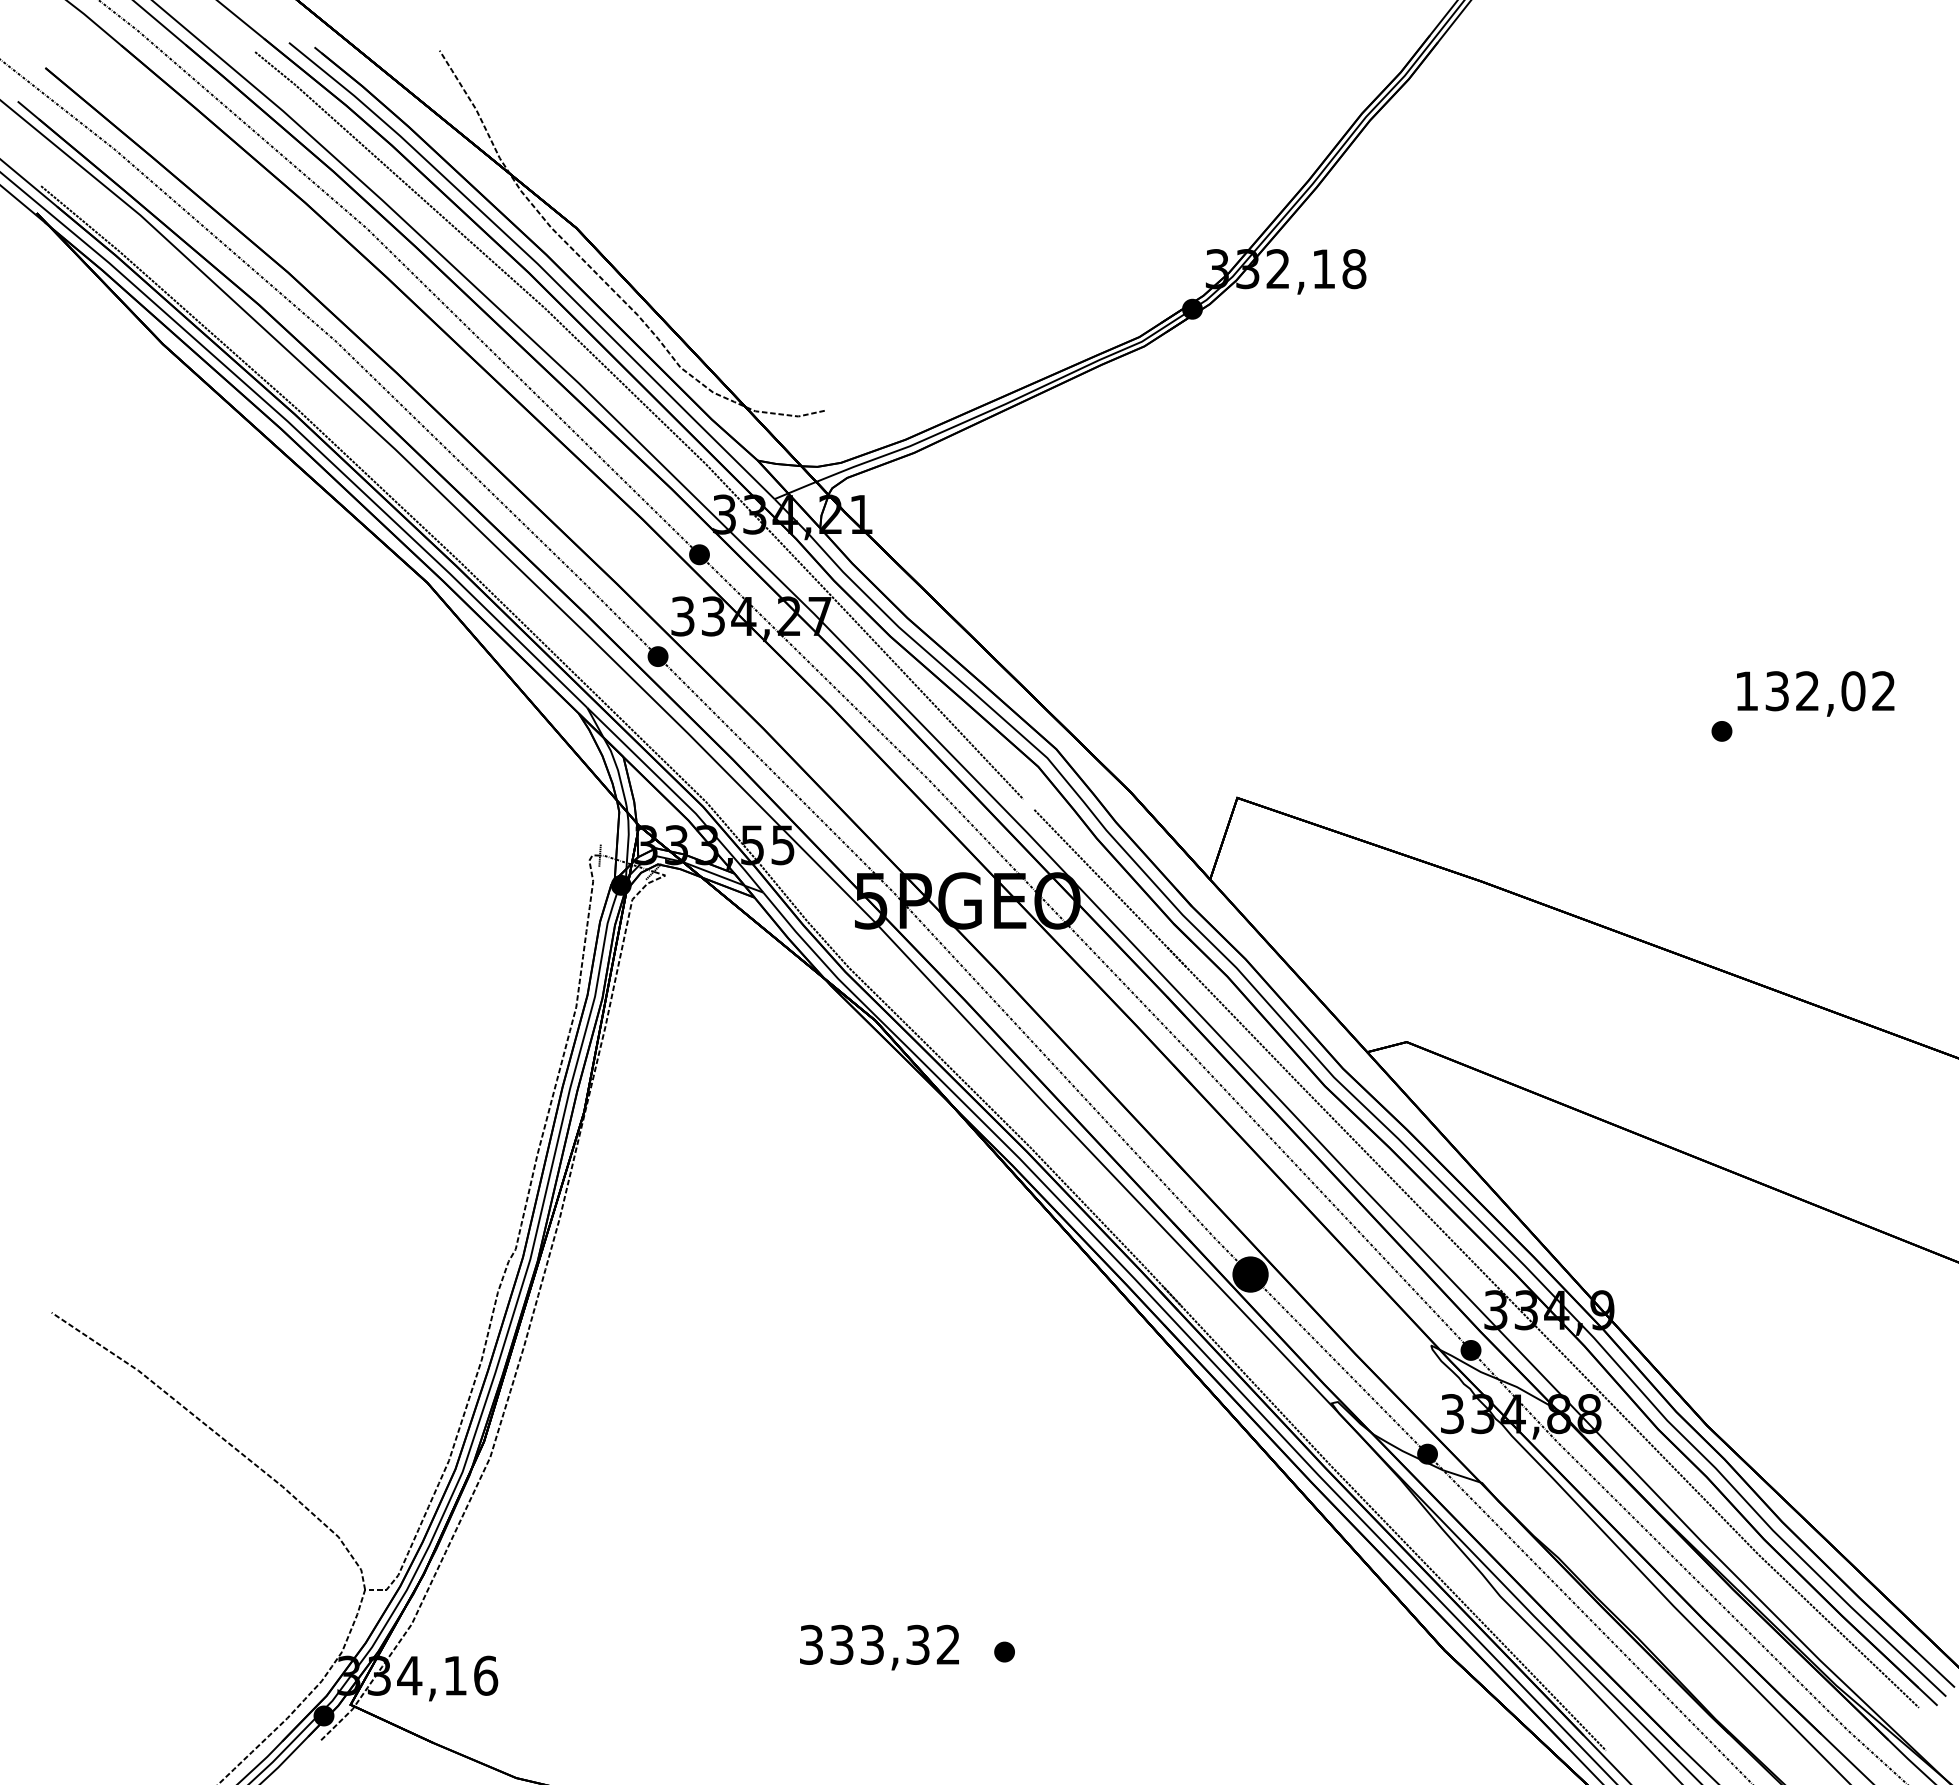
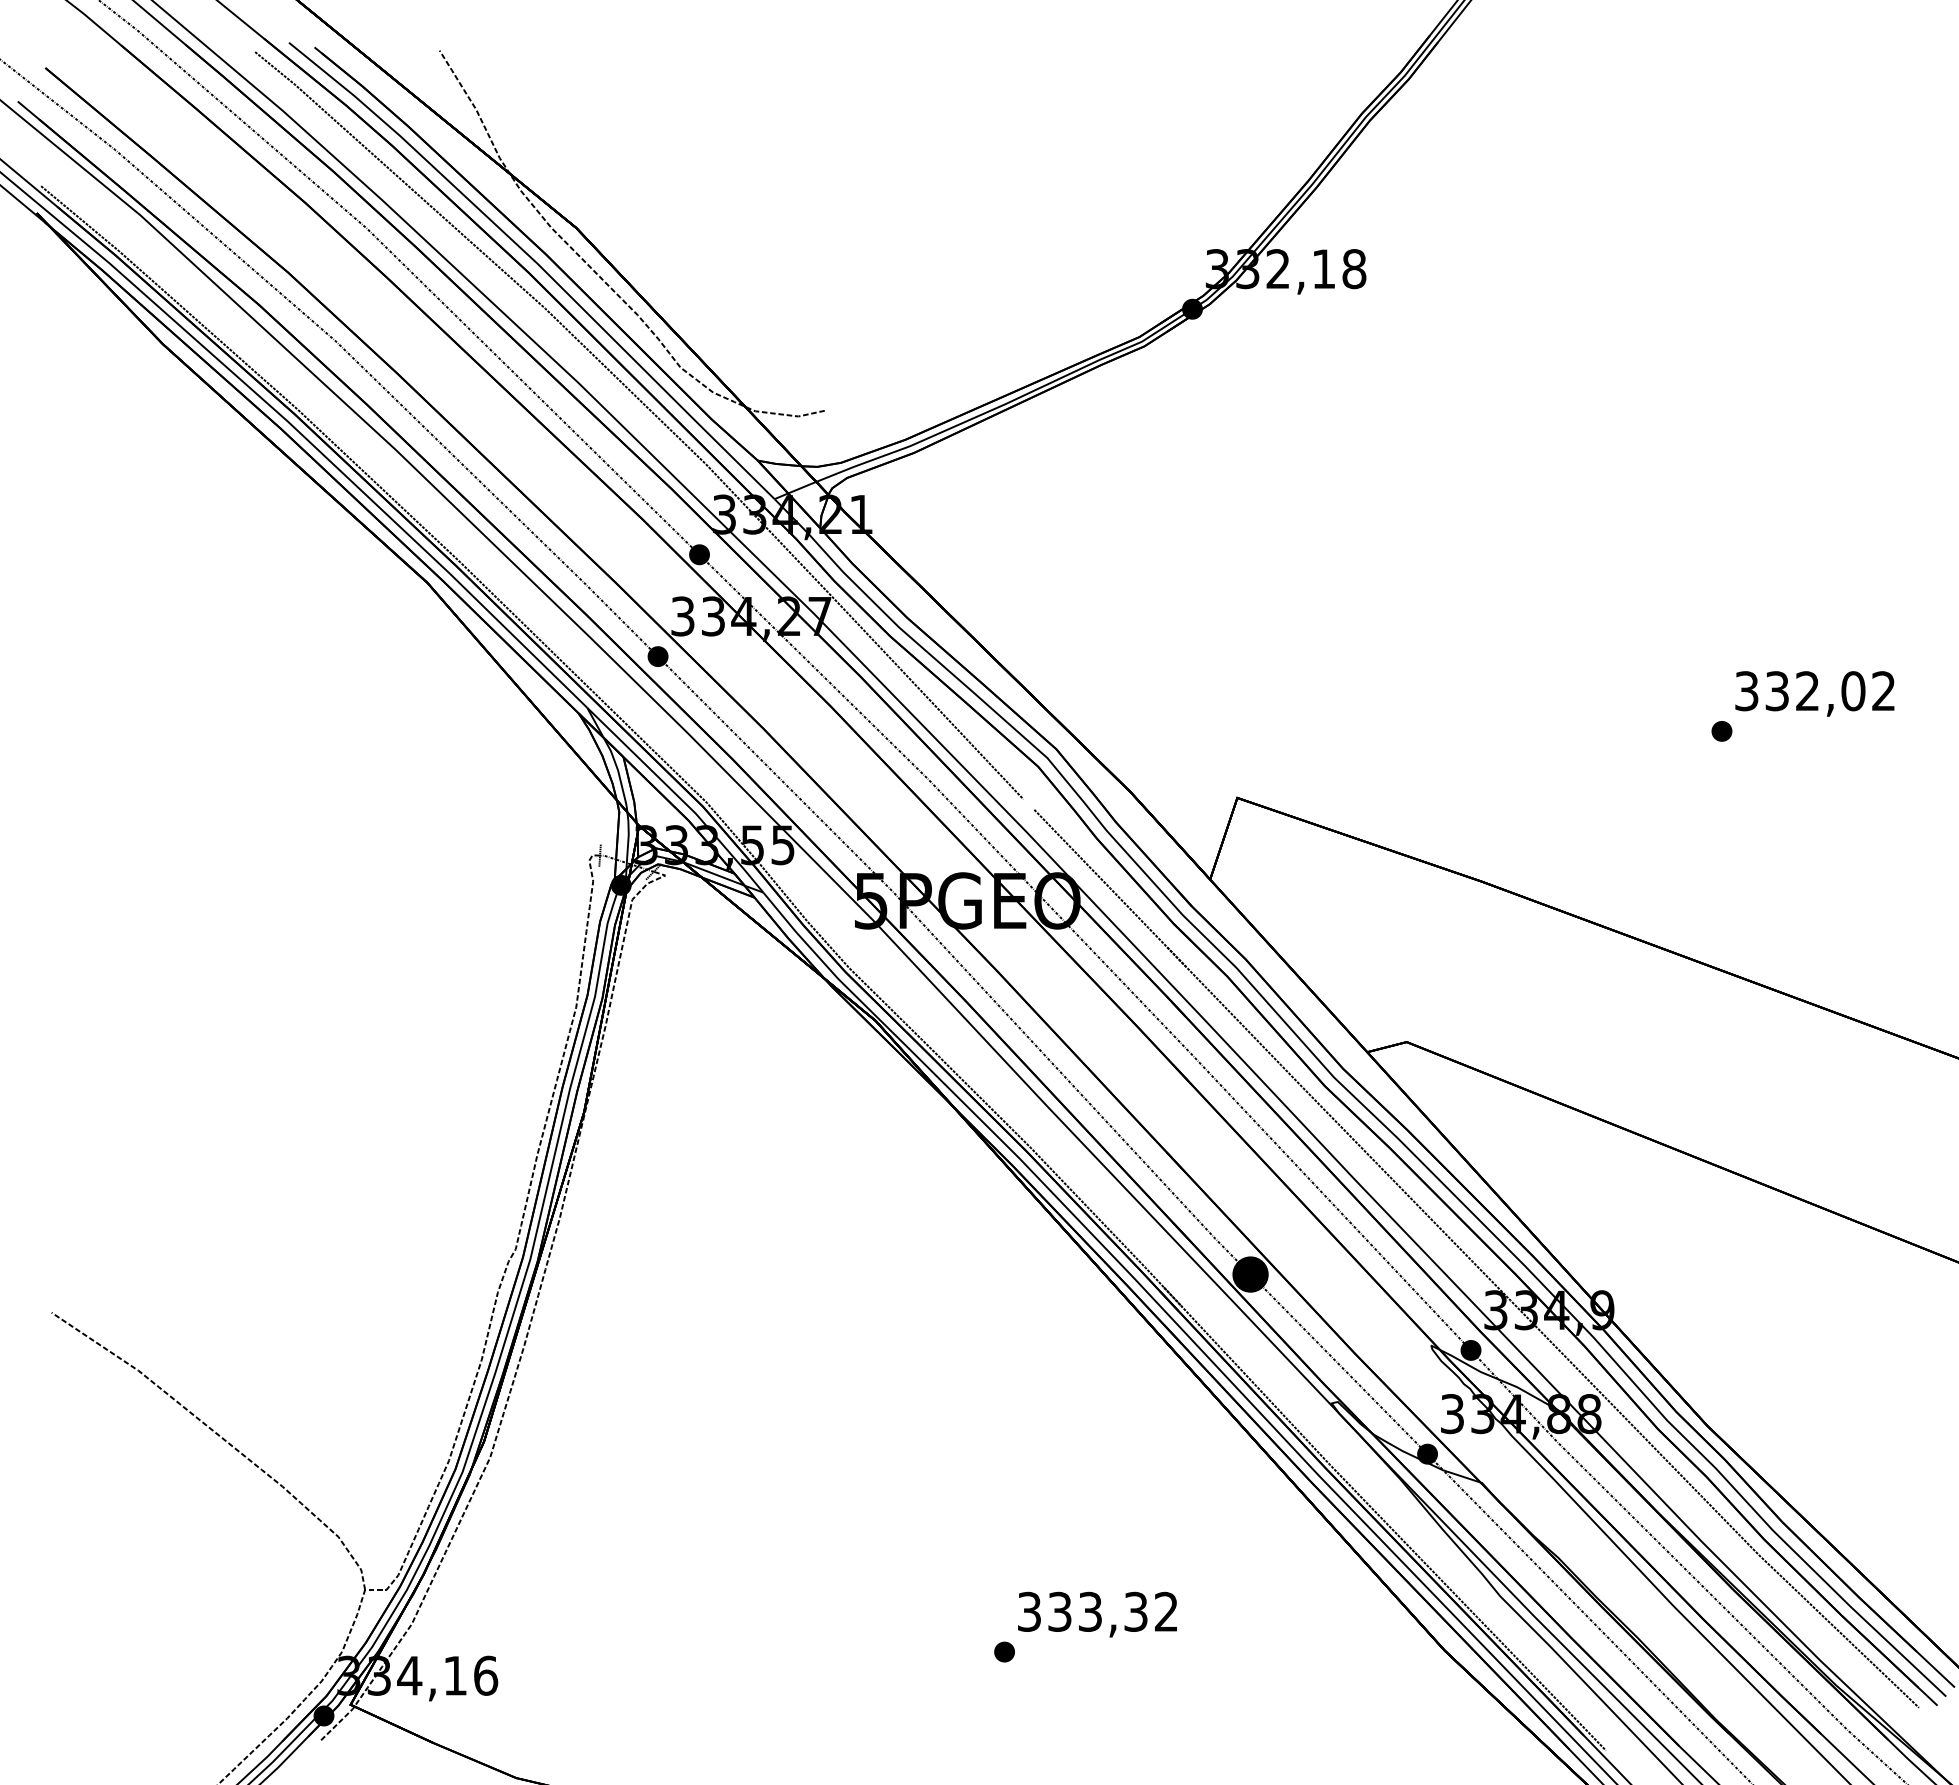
text at (1746, 691): 132,02 -> 332,02
text at (879, 1647) position: (879, 1647) -> (1097, 1614)
